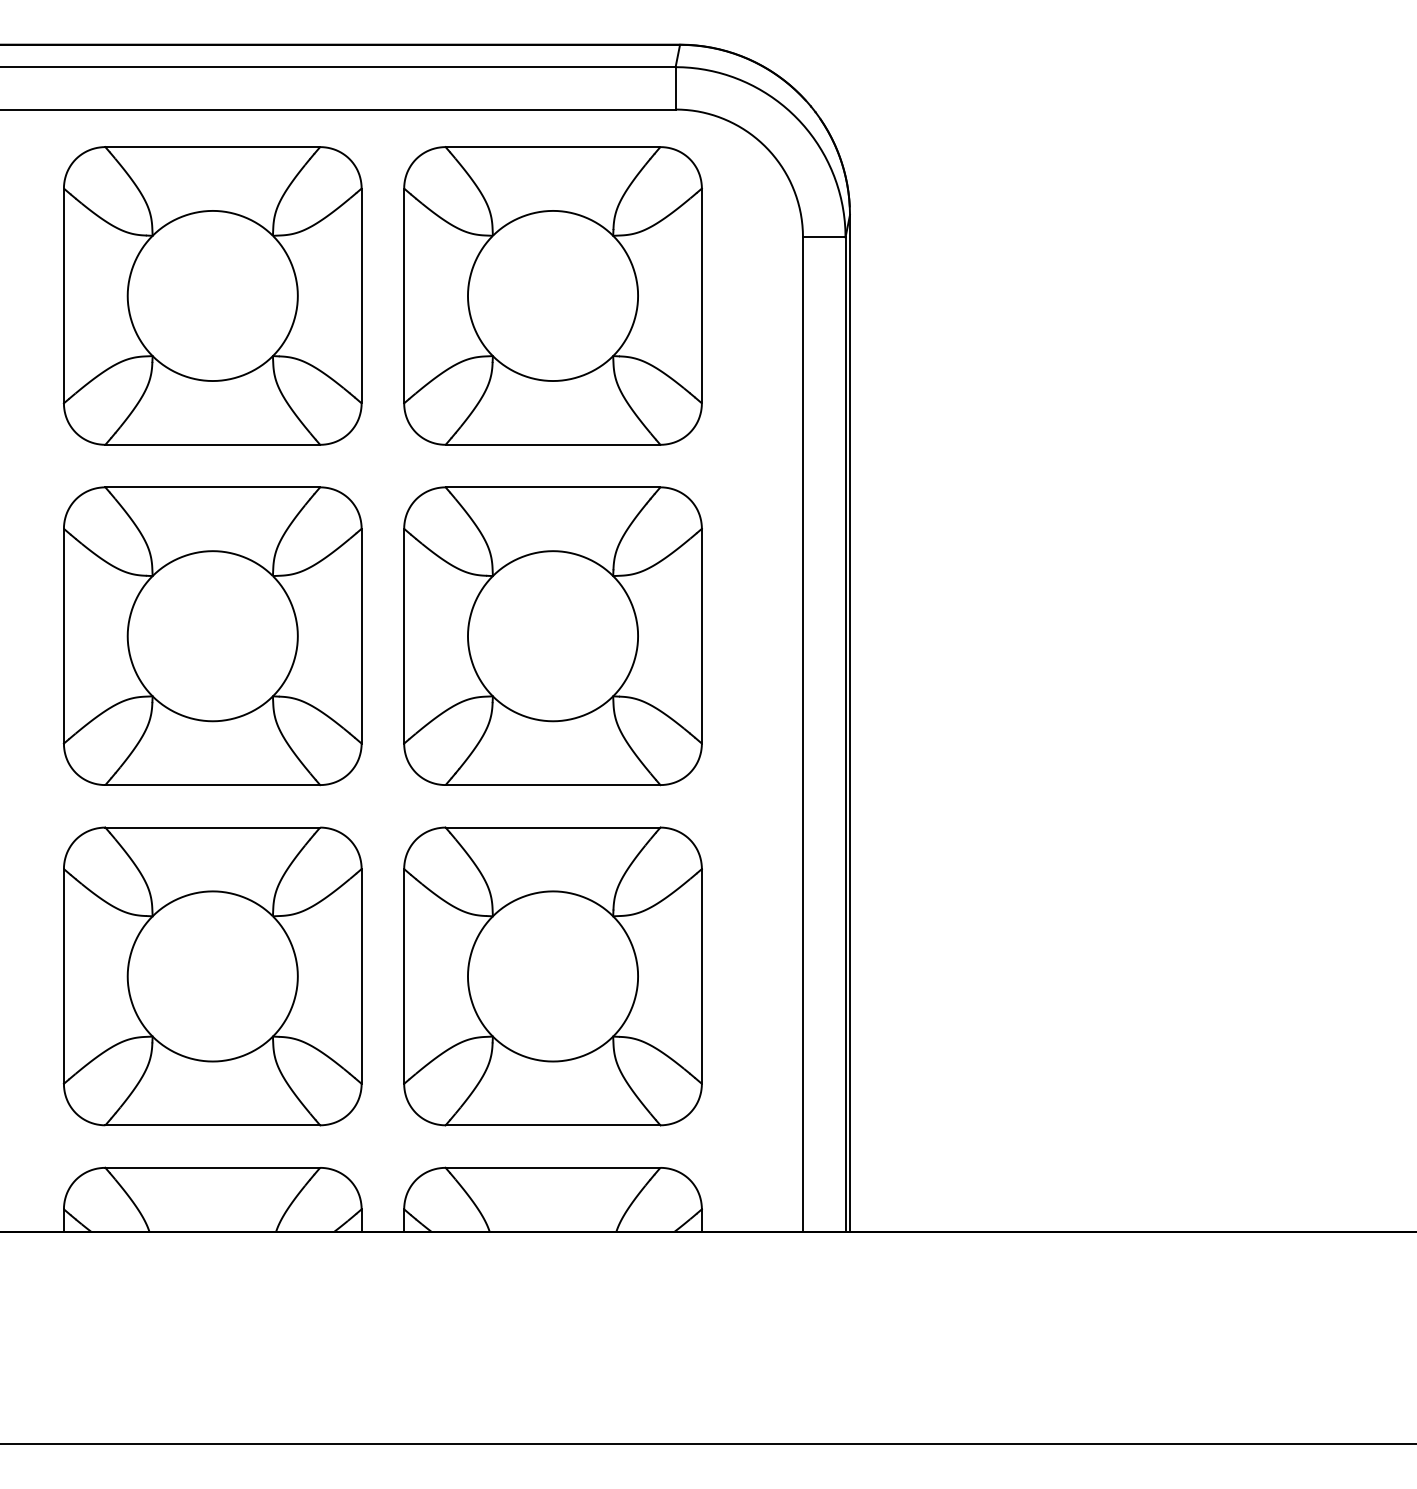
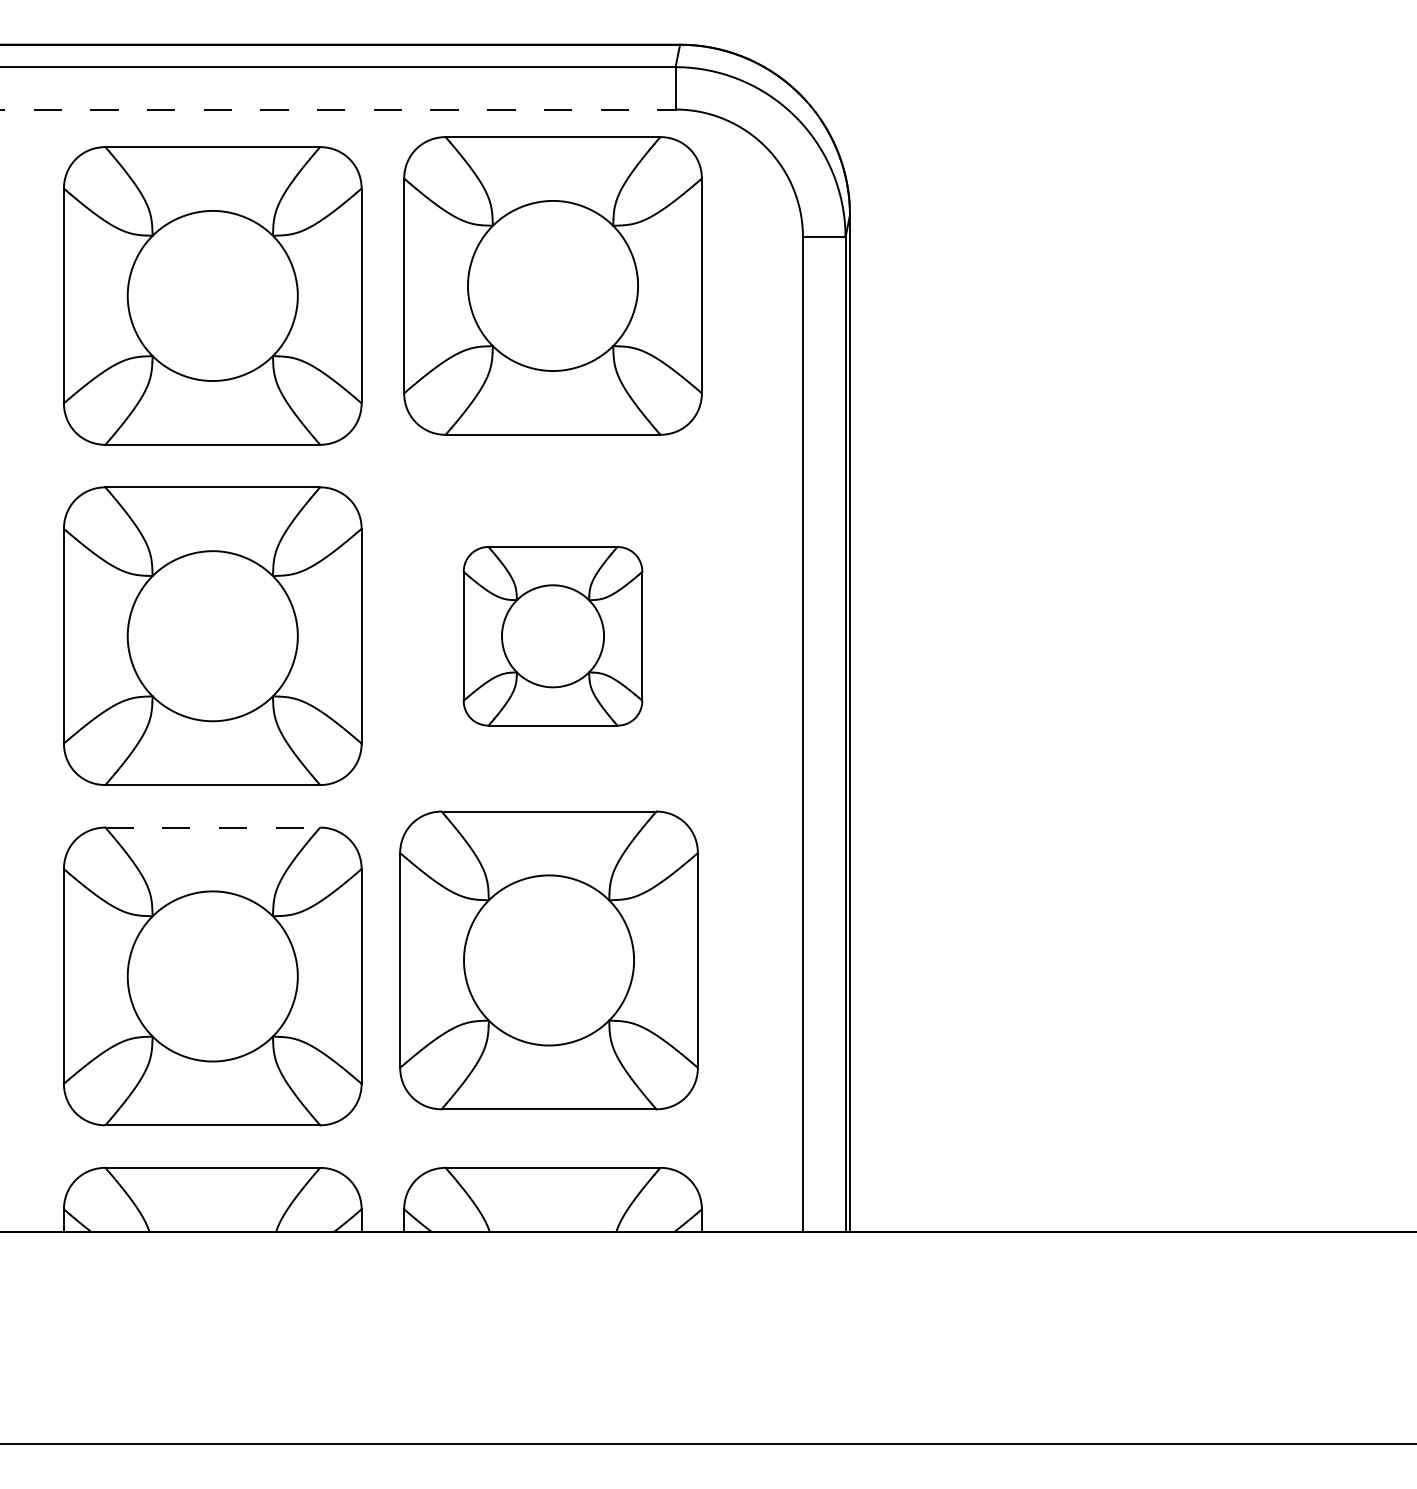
line at (338, 109): solid -> dashed
part at (552, 295) position: (552, 295) -> (552, 285)
part at (552, 636) size: 300x301 px -> 182x182 px
line at (213, 827): solid -> dashed
part at (552, 976) position: (552, 976) -> (548, 960)
